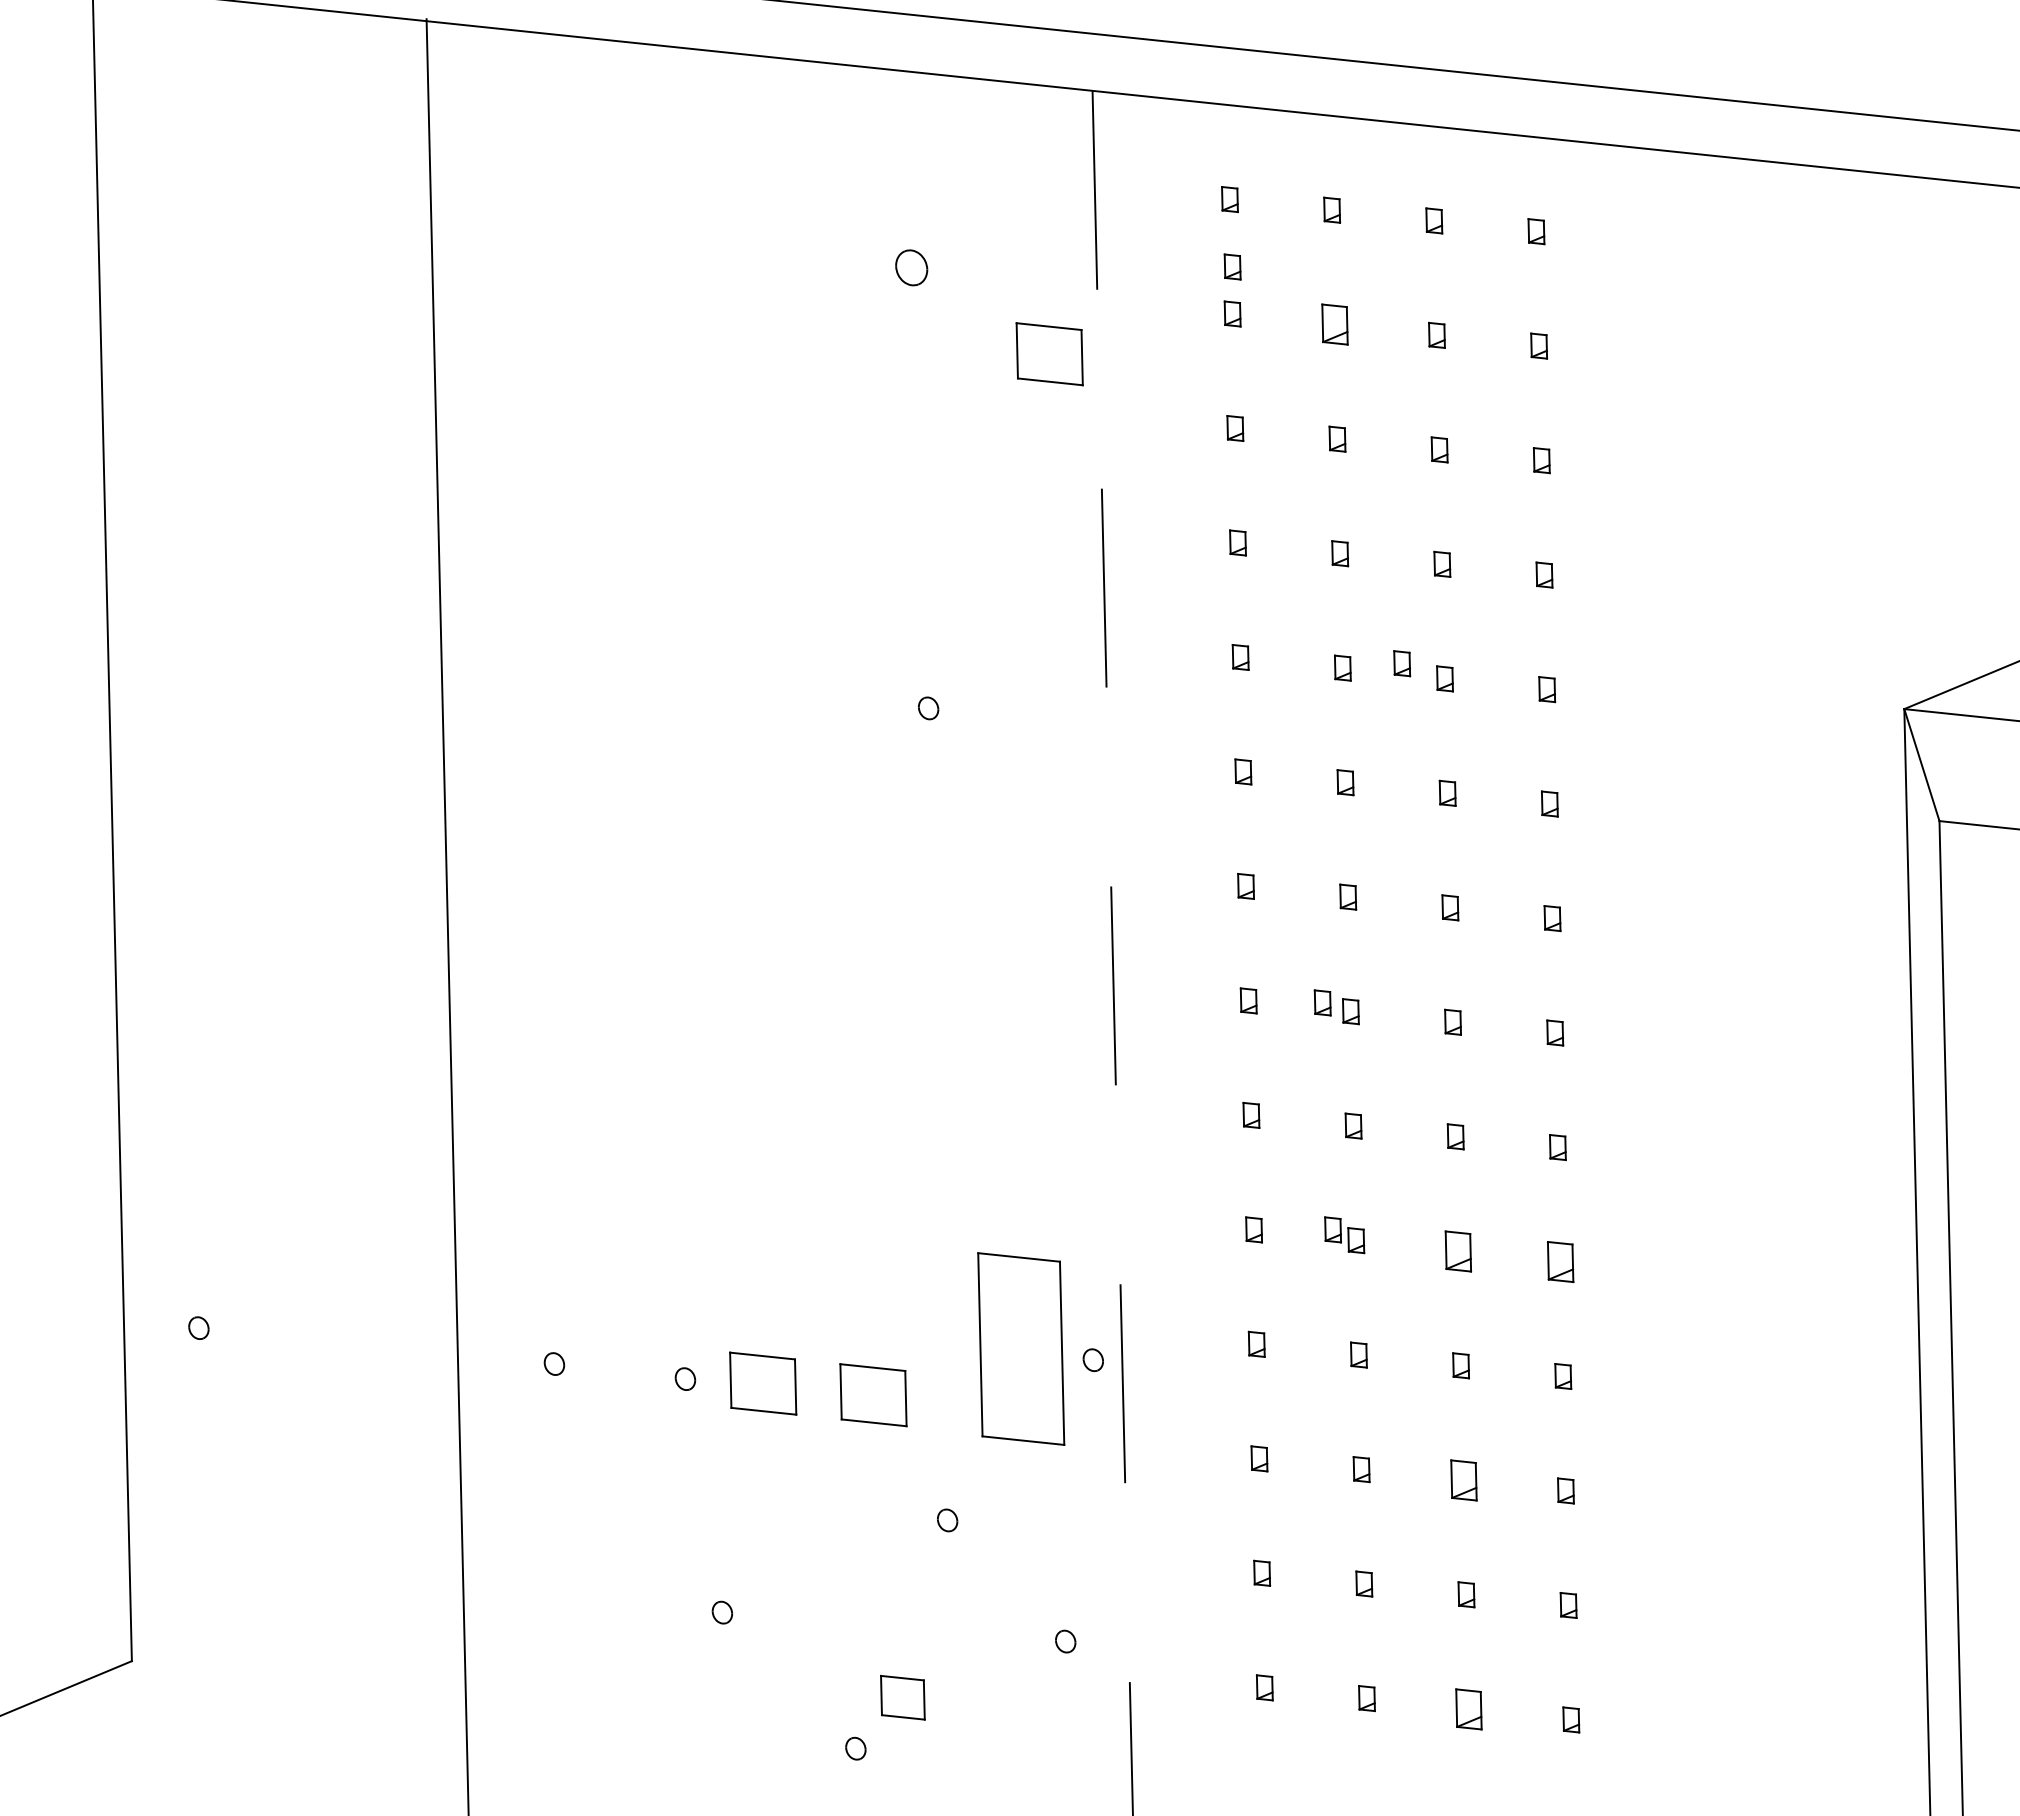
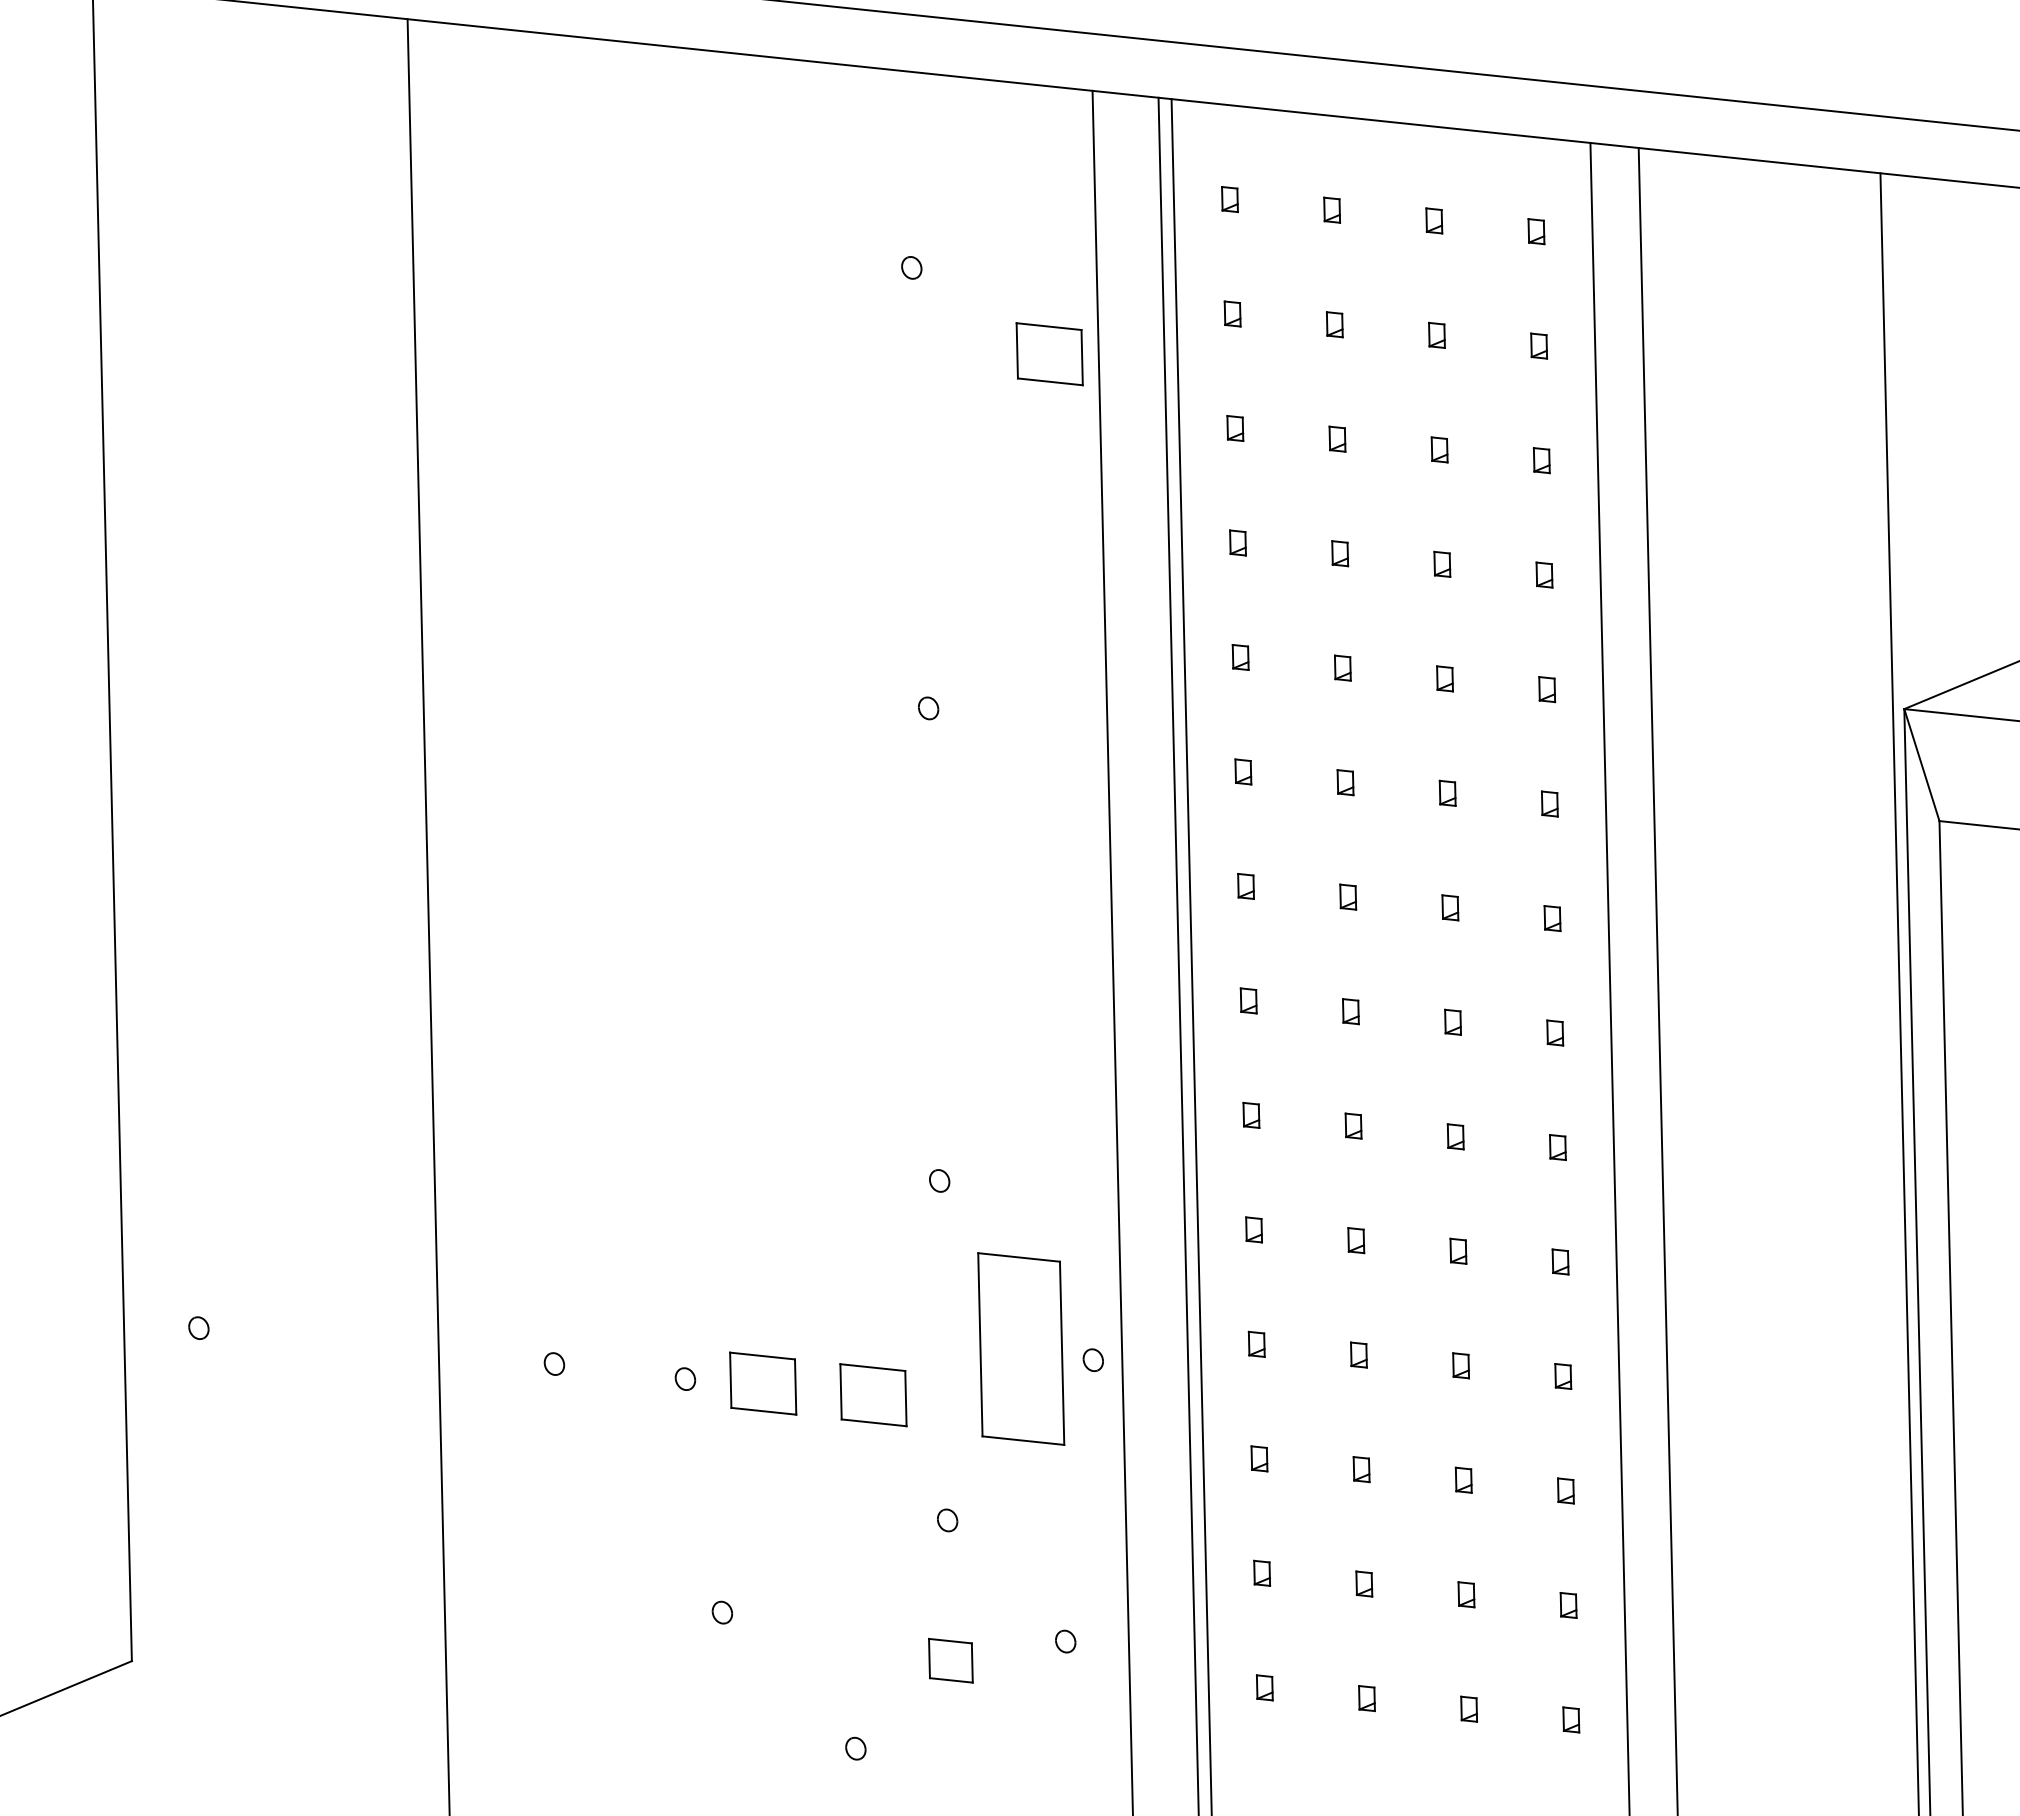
part at (1232, 266): present -> none
part at (911, 267) size: 34x38 px -> 22x24 px
part at (1334, 324) size: 28x43 px -> 19x28 px
part at (1402, 663): present -> none
line at (447, 915) position: (447, 915) -> (428, 915)
line at (1112, 953): dashed -> solid
line at (1178, 954): none -> present
line at (1191, 955): none -> present
line at (1609, 977): none -> present
line at (1657, 980): none -> present
line at (1899, 992): none -> present
part at (1322, 1002): present -> none
part at (939, 1180): none -> present
part at (1332, 1229): present -> none
part at (1457, 1251) size: 28x43 px -> 19x28 px
part at (1560, 1262) size: 28x43 px -> 19x28 px
part at (1463, 1480) size: 28x43 px -> 19x28 px
part at (902, 1697) position: (902, 1697) -> (950, 1660)
part at (1468, 1709) size: 28x43 px -> 19x28 px
